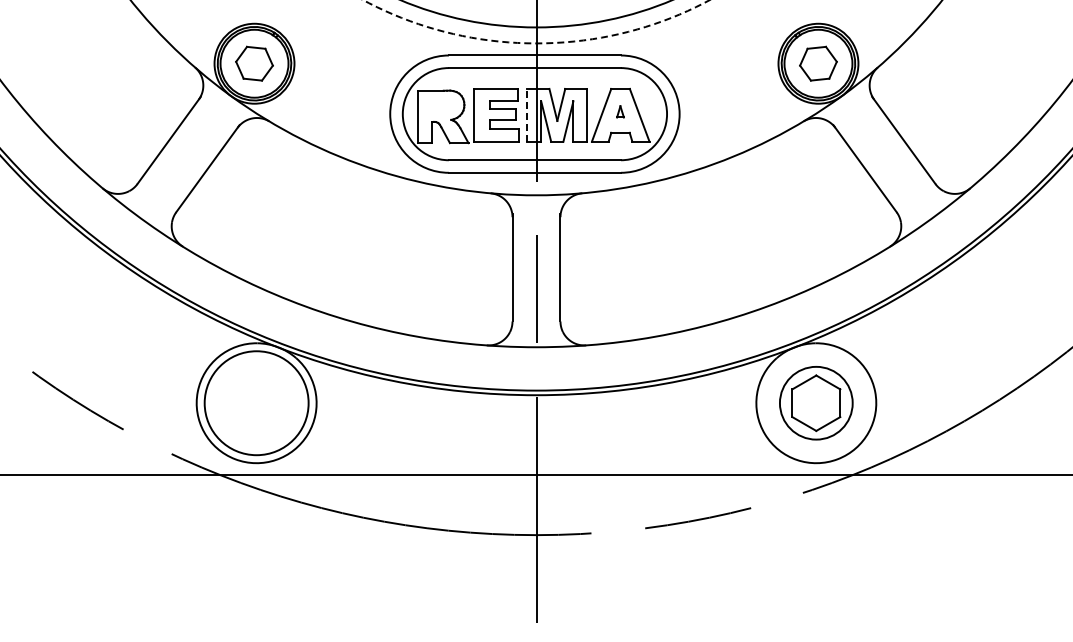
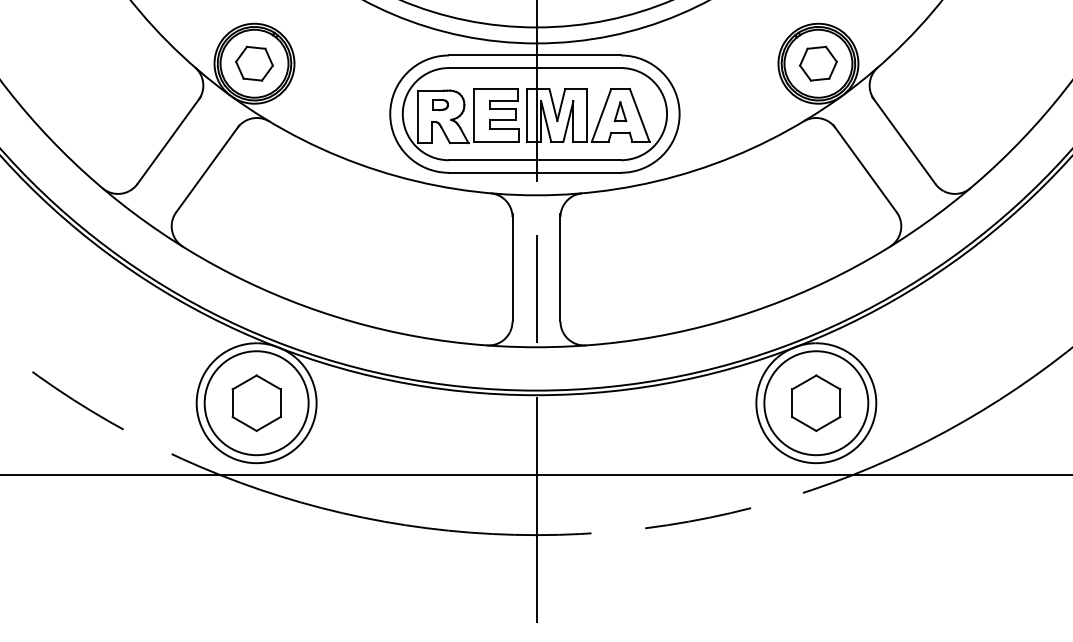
circle at (536, 21): dashed -> solid
part at (440, 105): none -> present
part at (620, 111) size: 9x14 px -> 15x22 px
line at (527, 114): dashed -> solid
part at (256, 402): none -> present
circle at (815, 402) diameter: 73 px -> 104 px
